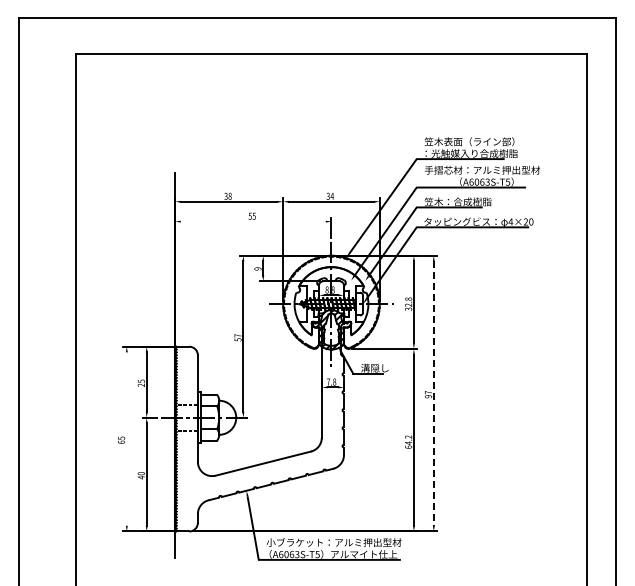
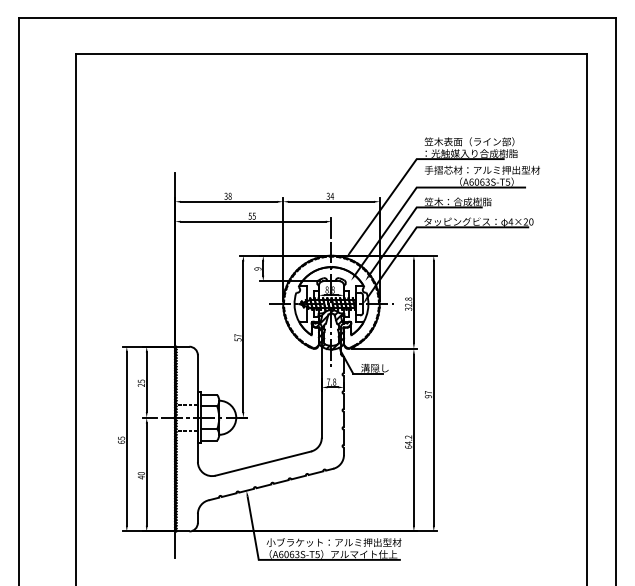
line at (252, 221): none -> present
line at (433, 394): dashed -> solid
line at (126, 438): none -> present
